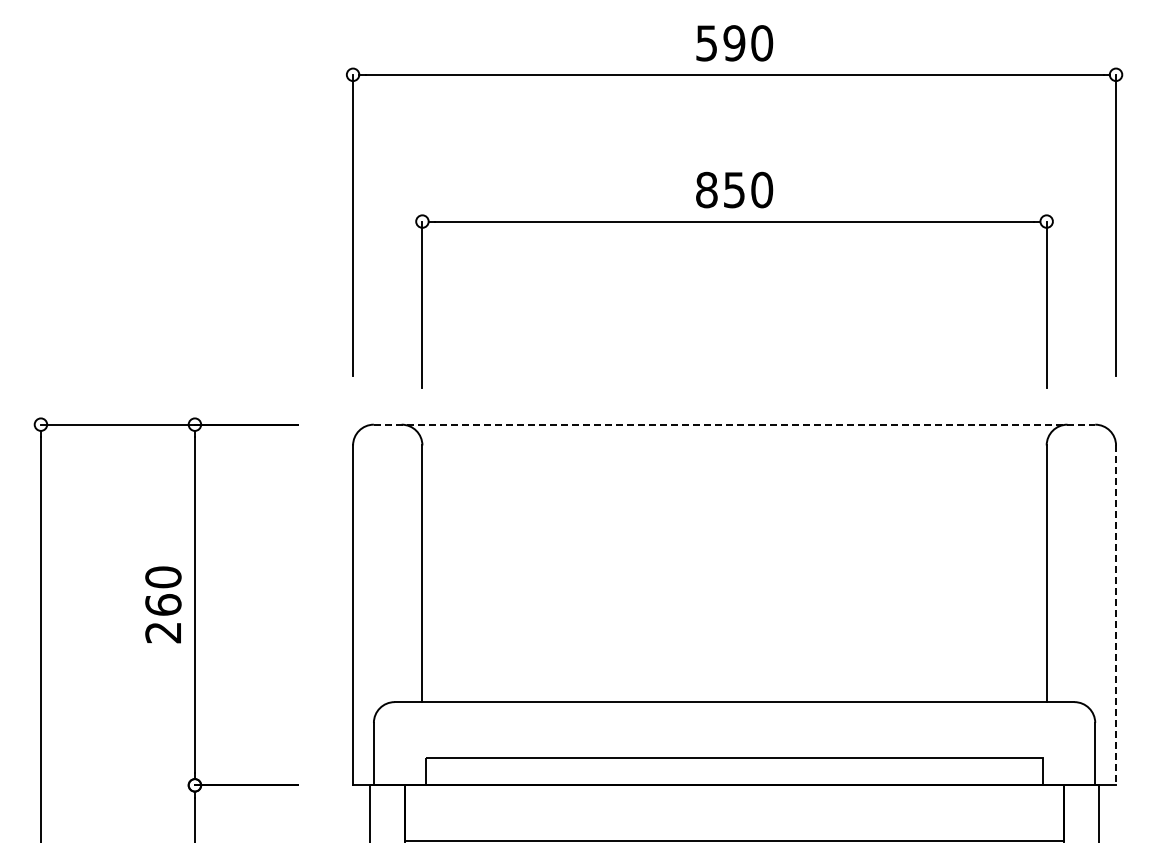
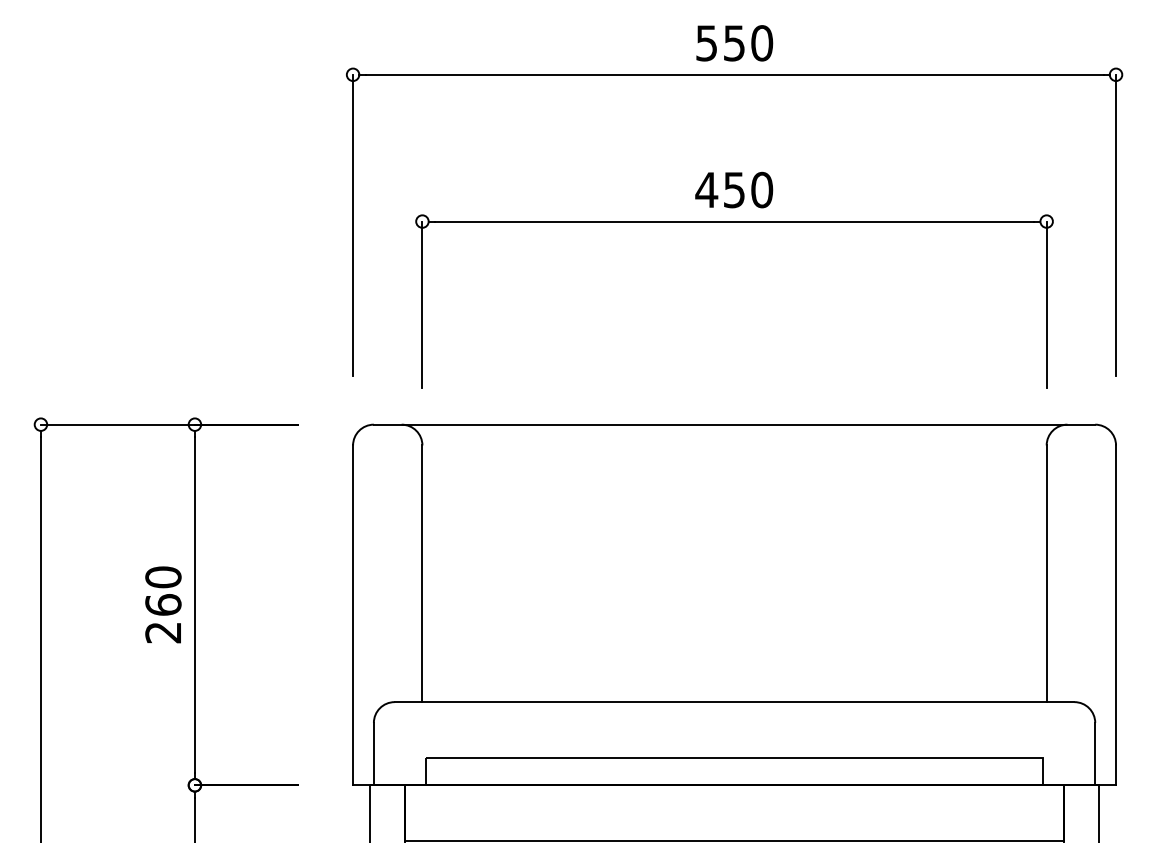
text at (734, 43): 590 -> 550
text at (706, 189): 850 -> 450
line at (734, 424): dashed -> solid
line at (1116, 615): dashed -> solid
